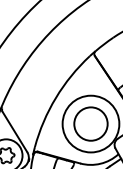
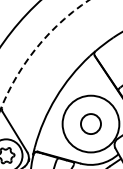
arc at (35, 49): solid -> dashed
circle at (90, 123) diameter: 33 px -> 20 px
